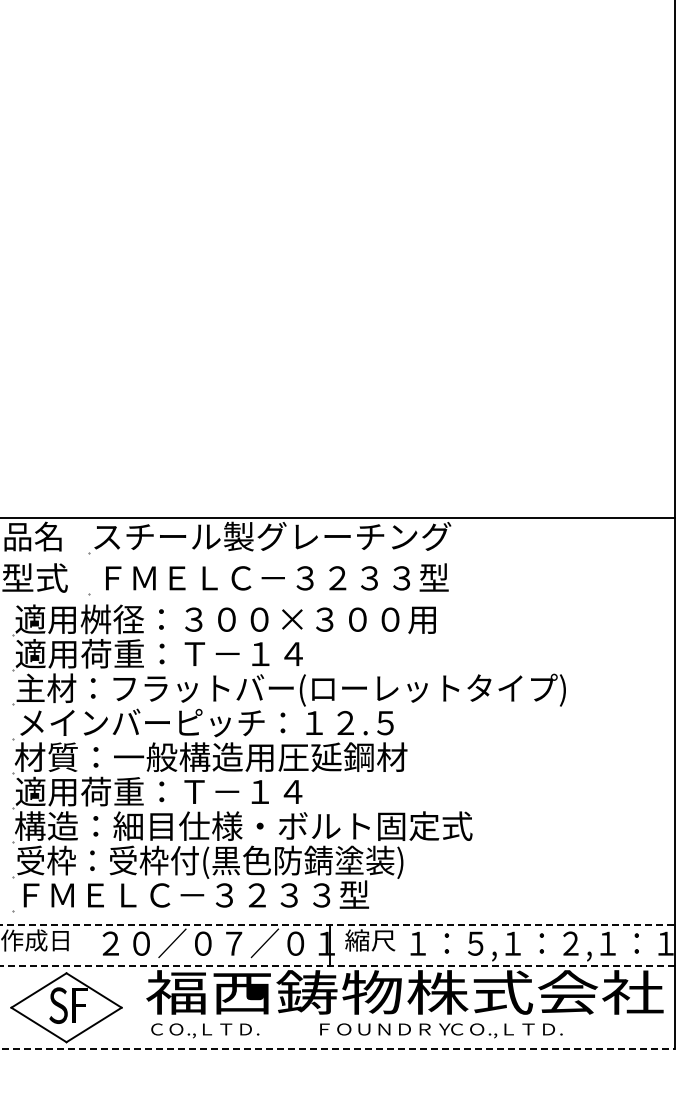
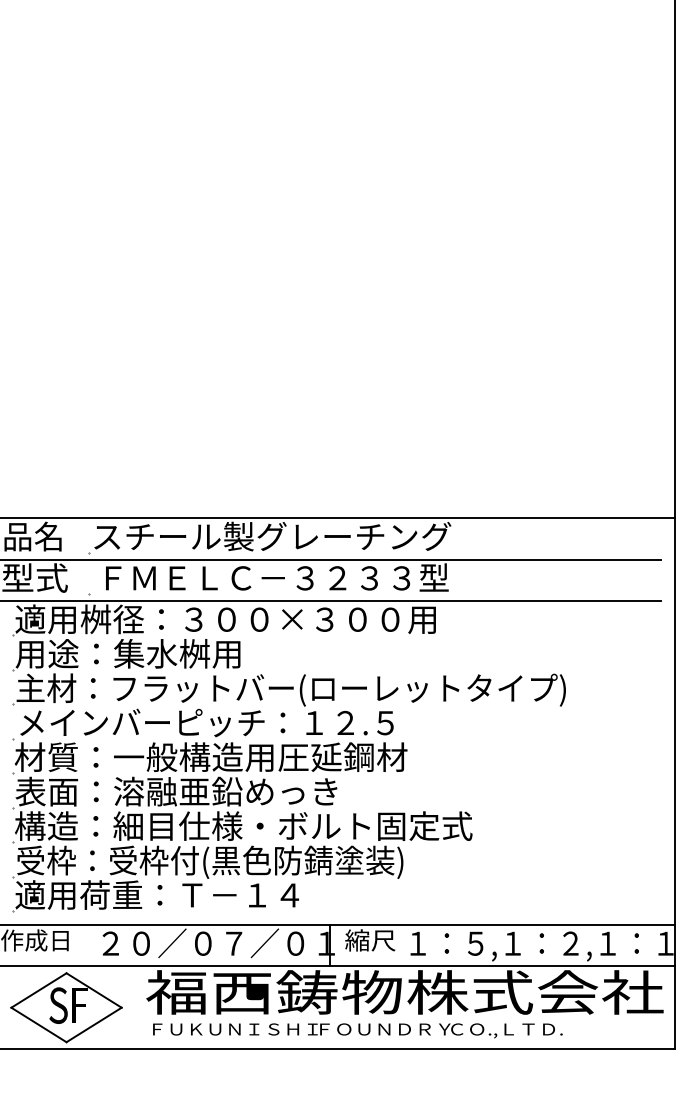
line at (331, 559): none -> present
line at (331, 601): none -> present
text at (158, 653): 適用荷重：Ｔ－１４ -> 用途：集水桝用
text at (176, 791): 適用荷重：Ｔ－１４ -> 表面：溶融亜鉛めっき
text at (192, 894): ＦＭＥＬＣ－３２３３型 -> 適用荷重：Ｔ－１４
line at (337, 925): dashed -> solid
line at (336, 966): dashed -> solid
text at (234, 1030): ＣＯ.,ＬＴＤ. -> ＦＵＫＵＮＩＳＨＩ
line at (337, 1049): dashed -> solid
